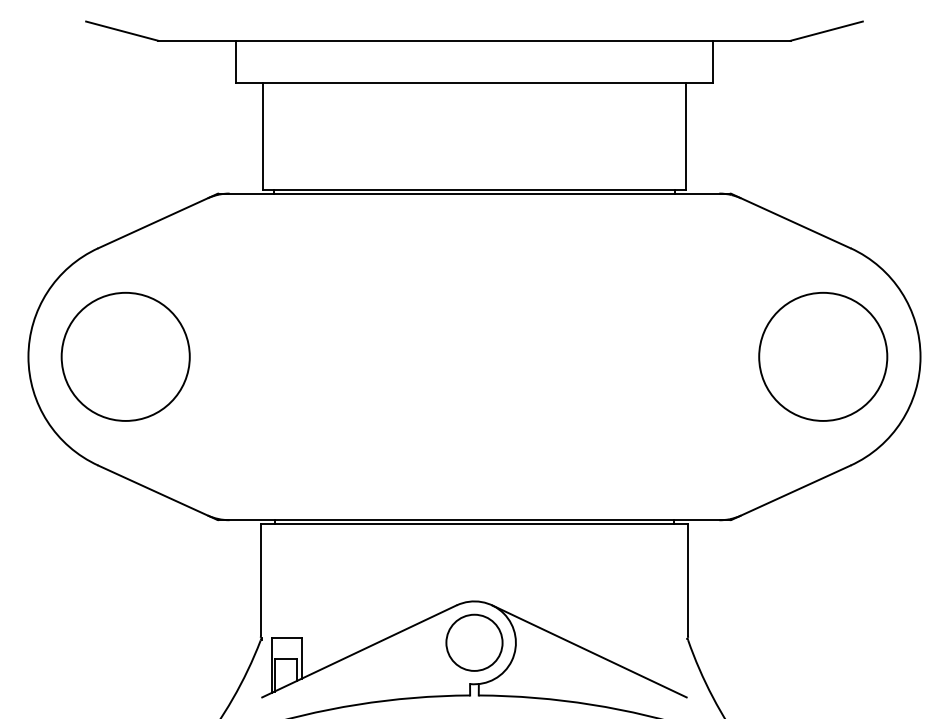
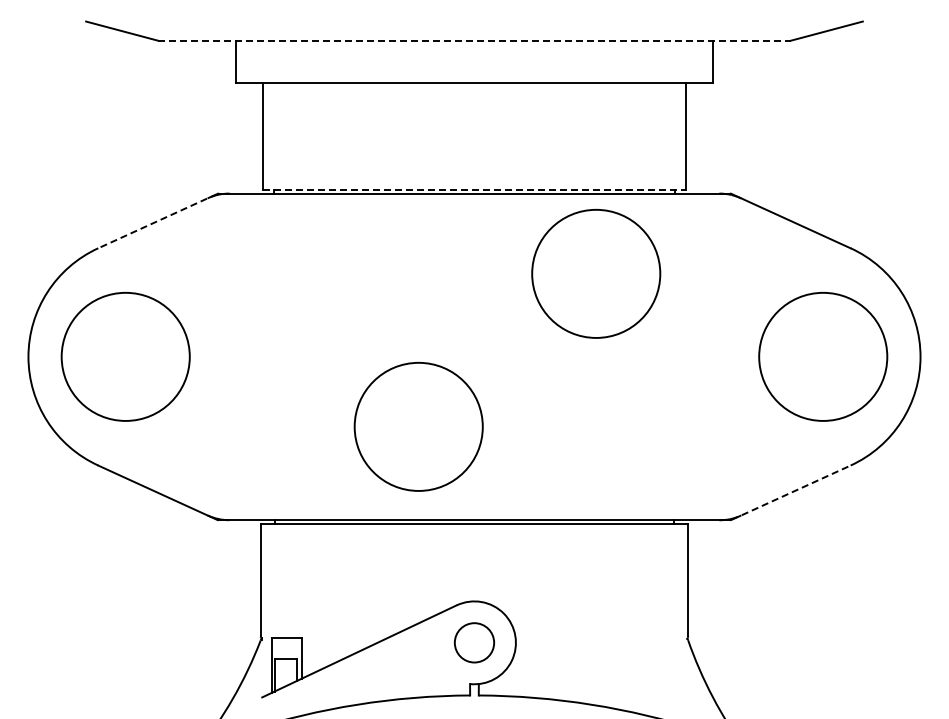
line at (474, 40): solid -> dashed
line at (474, 189): solid -> dashed
line at (157, 221): solid -> dashed
circle at (596, 273): none -> present
circle at (418, 426): none -> present
line at (791, 492): solid -> dashed
circle at (474, 642) diameter: 56 px -> 39 px
line at (589, 651): present -> none
